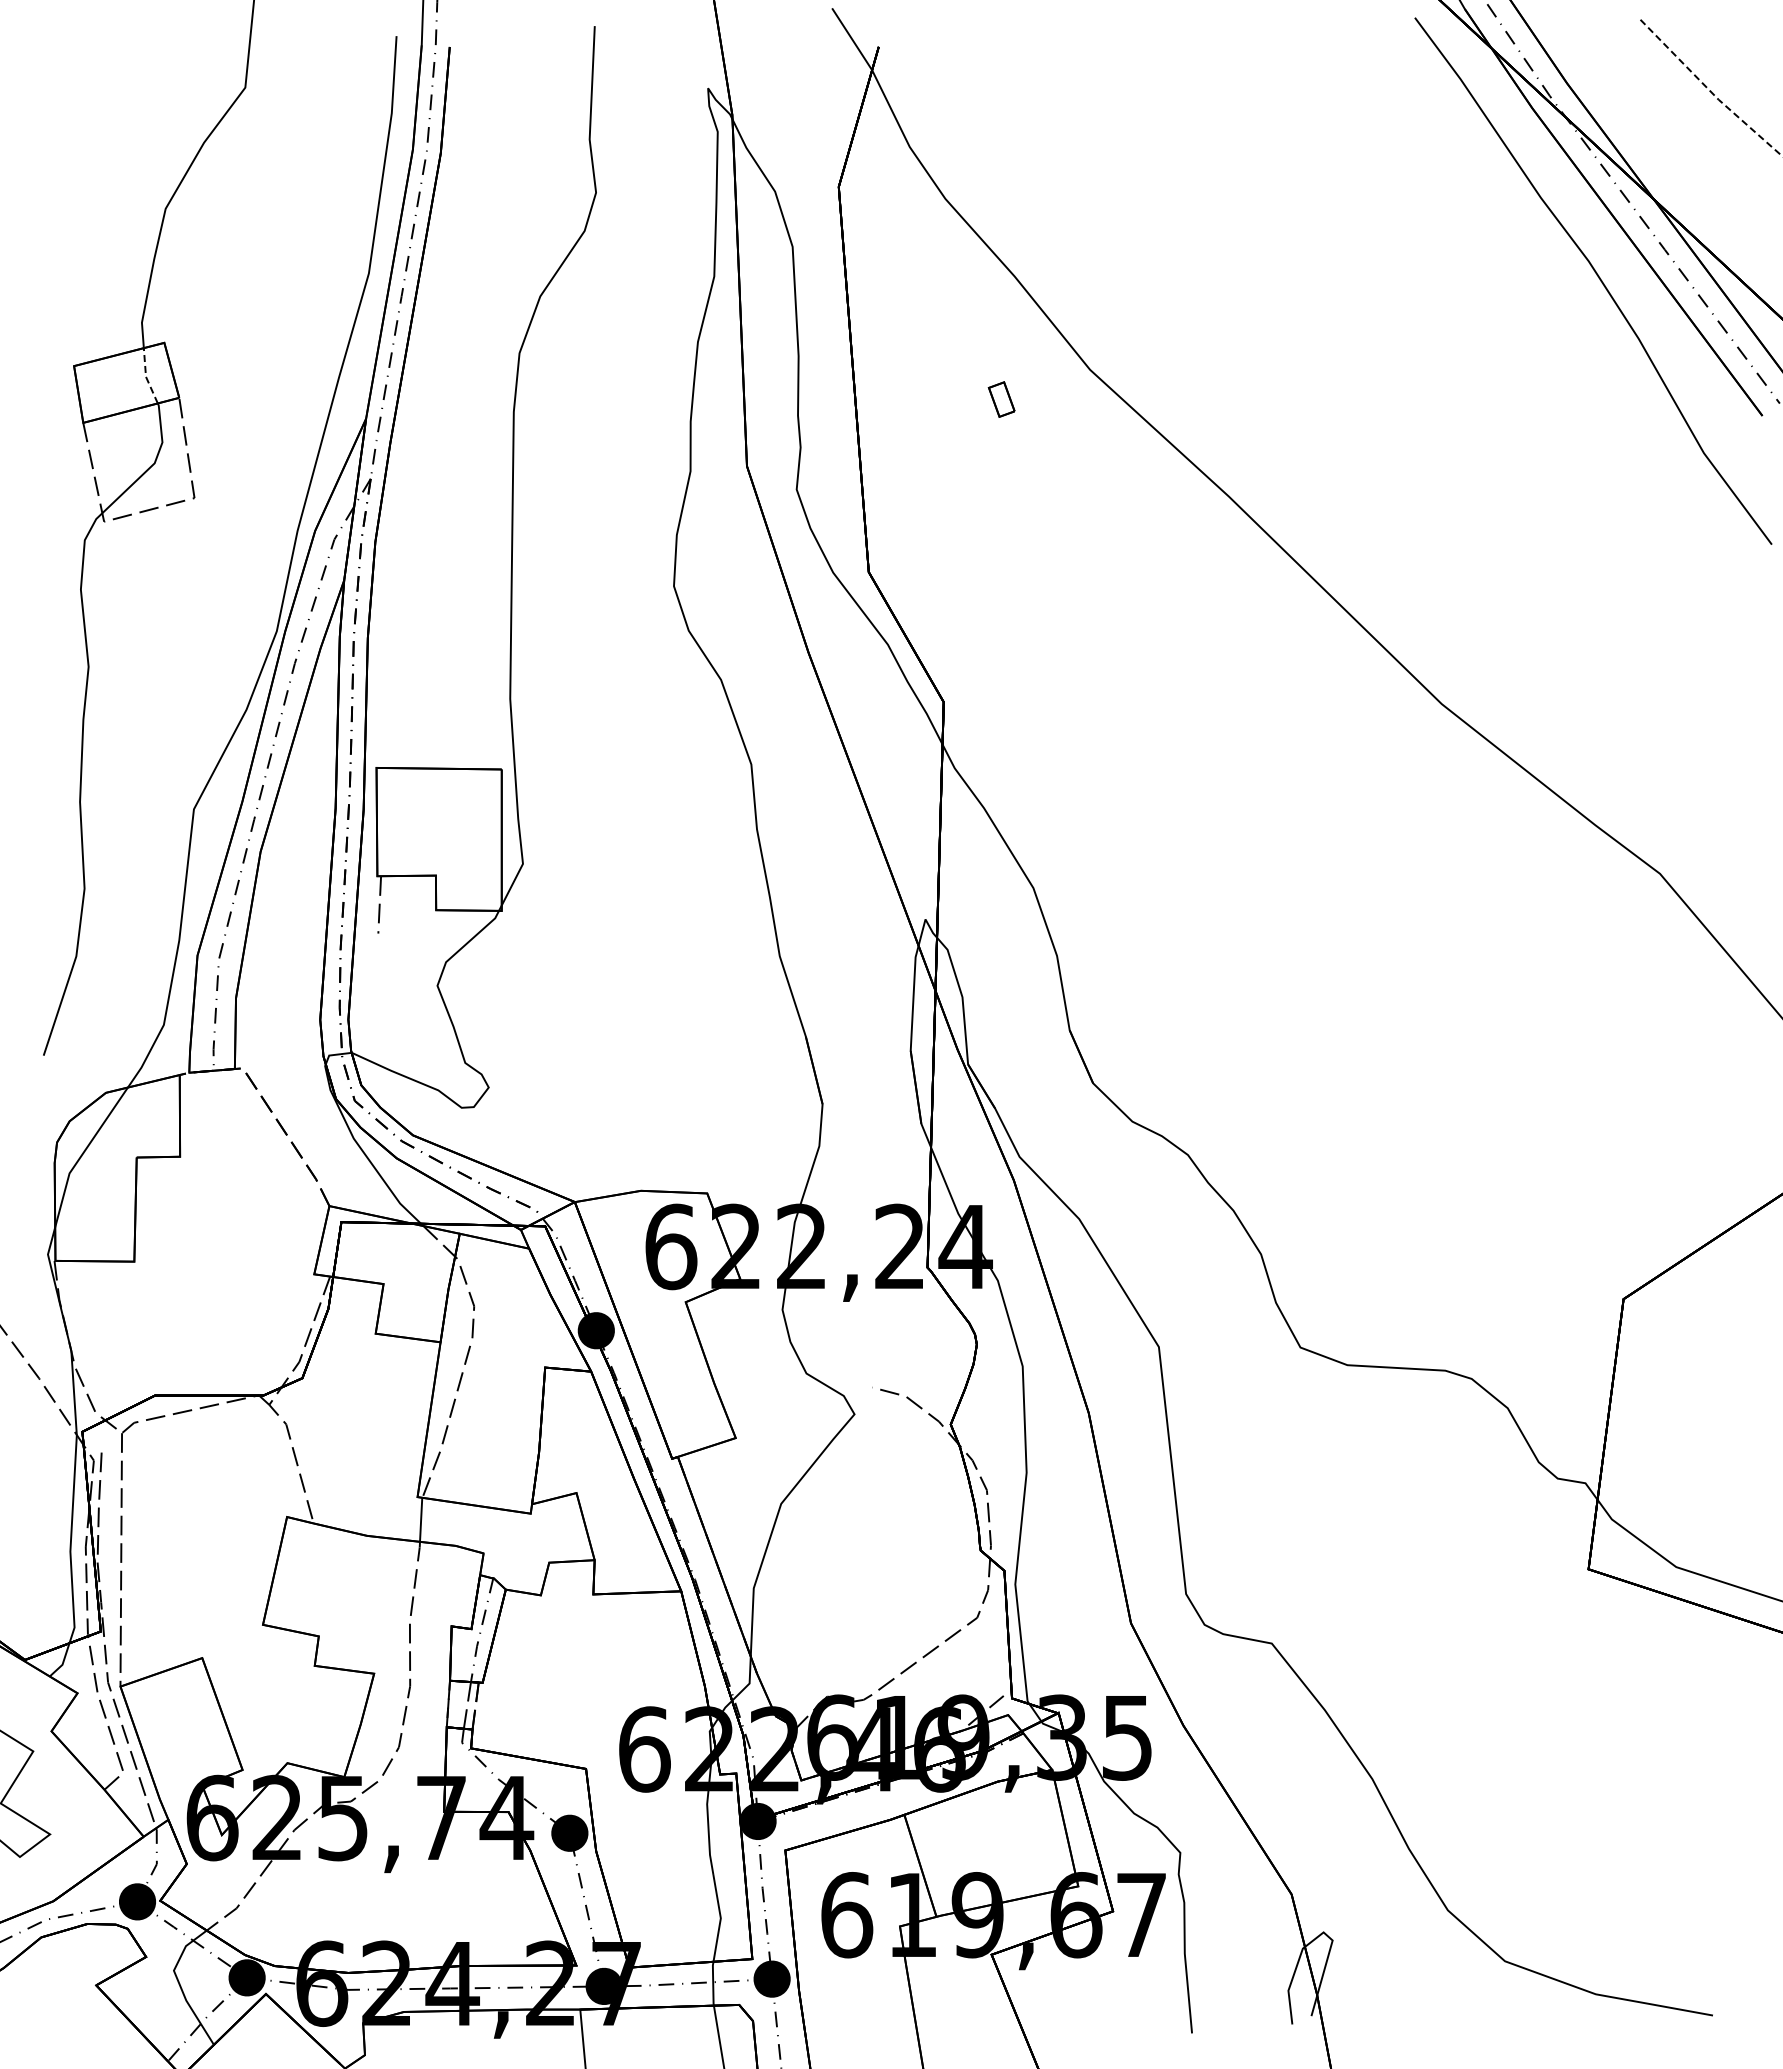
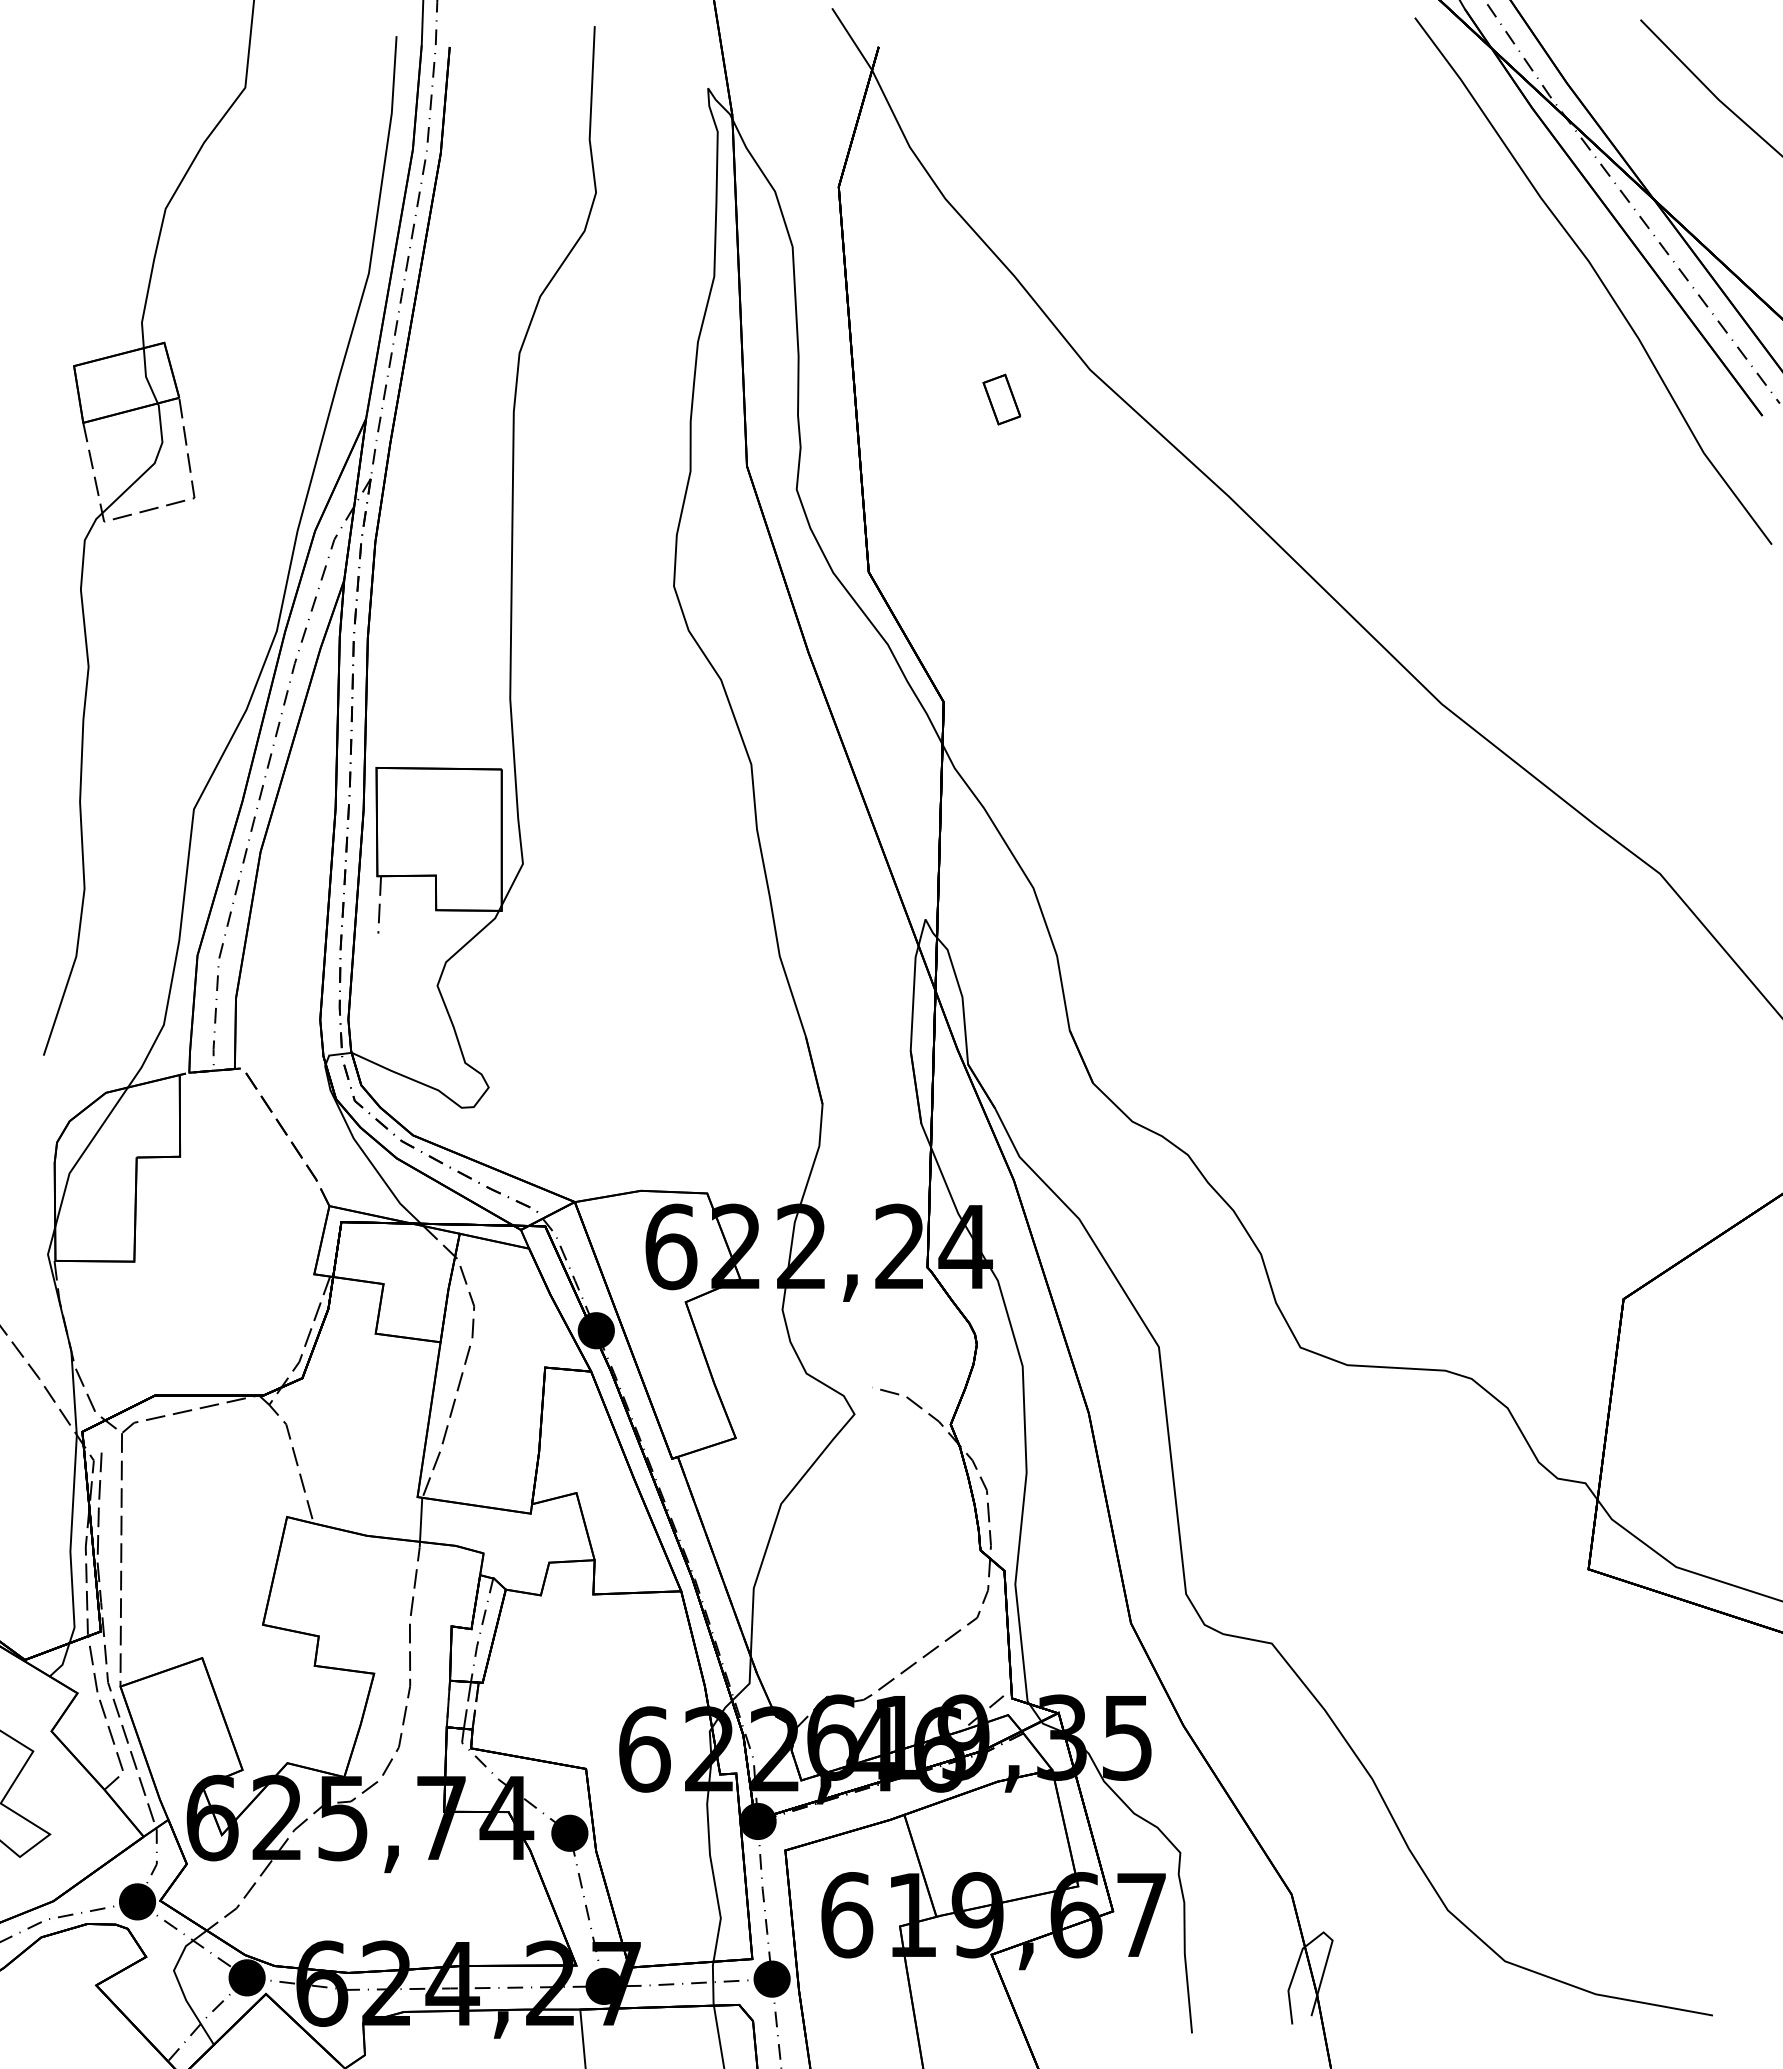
line at (1710, 91): dashed -> solid
line at (146, 376): dashed -> solid
part at (1001, 399) size: 29x37 px -> 39x53 px
